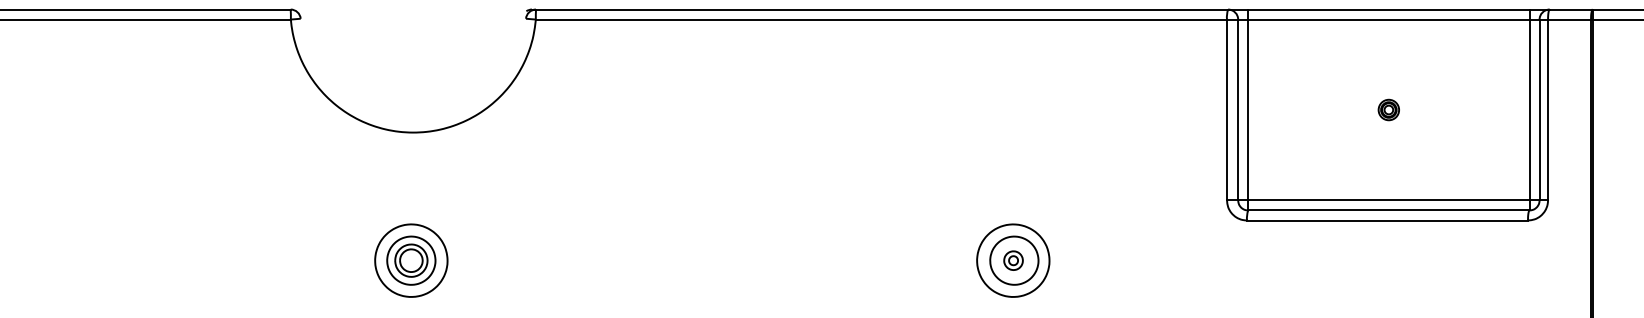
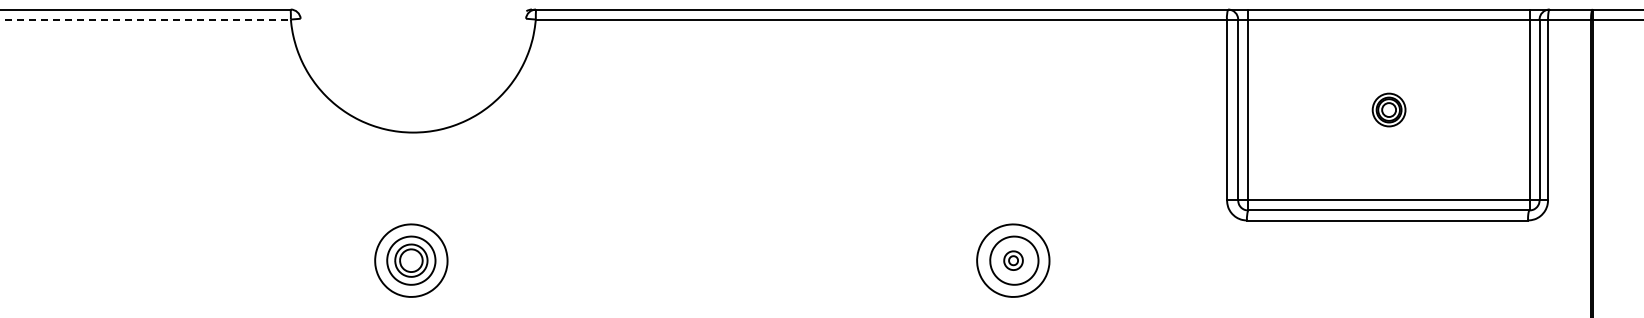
line at (146, 19): solid -> dashed
part at (1388, 109) size: 23x24 px -> 36x36 px
